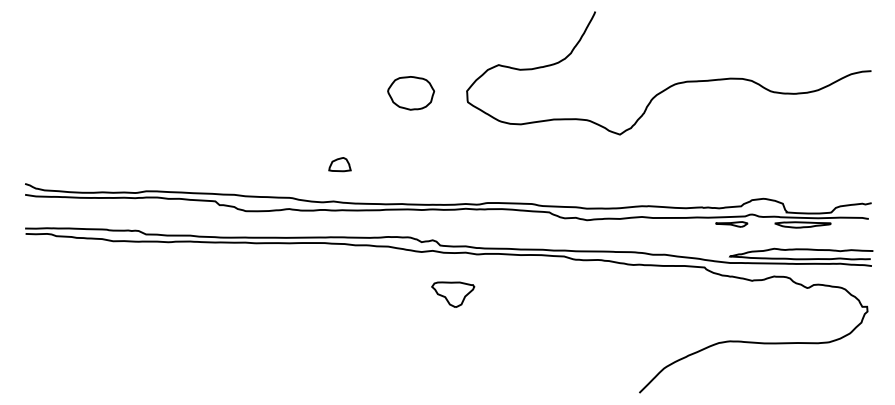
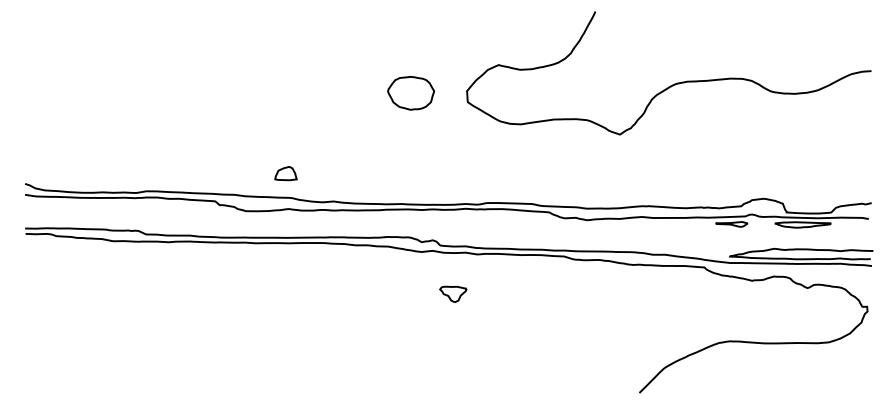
part at (339, 164) position: (339, 164) -> (285, 173)
part at (453, 294) size: 45x27 px -> 29x18 px
